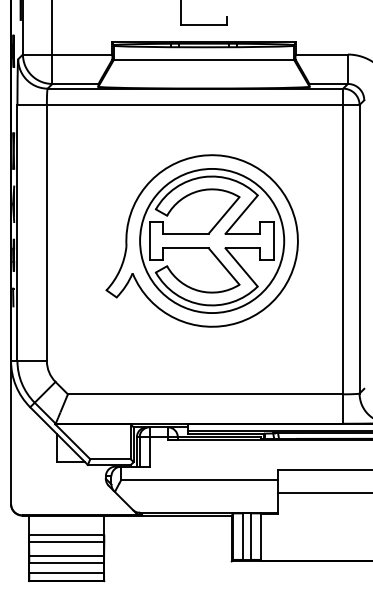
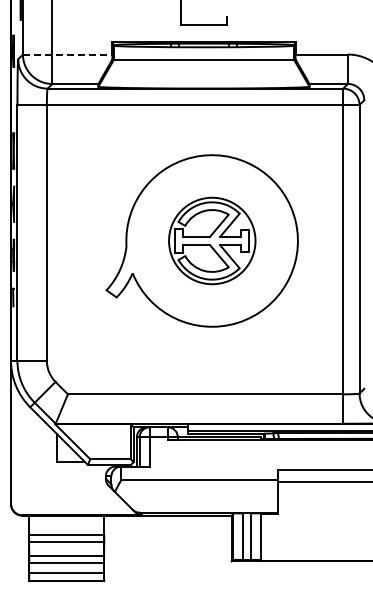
line at (67, 54): solid -> dashed
part at (212, 240) size: 147x146 px -> 89x90 px
line at (323, 492) position: (323, 492) -> (323, 481)
